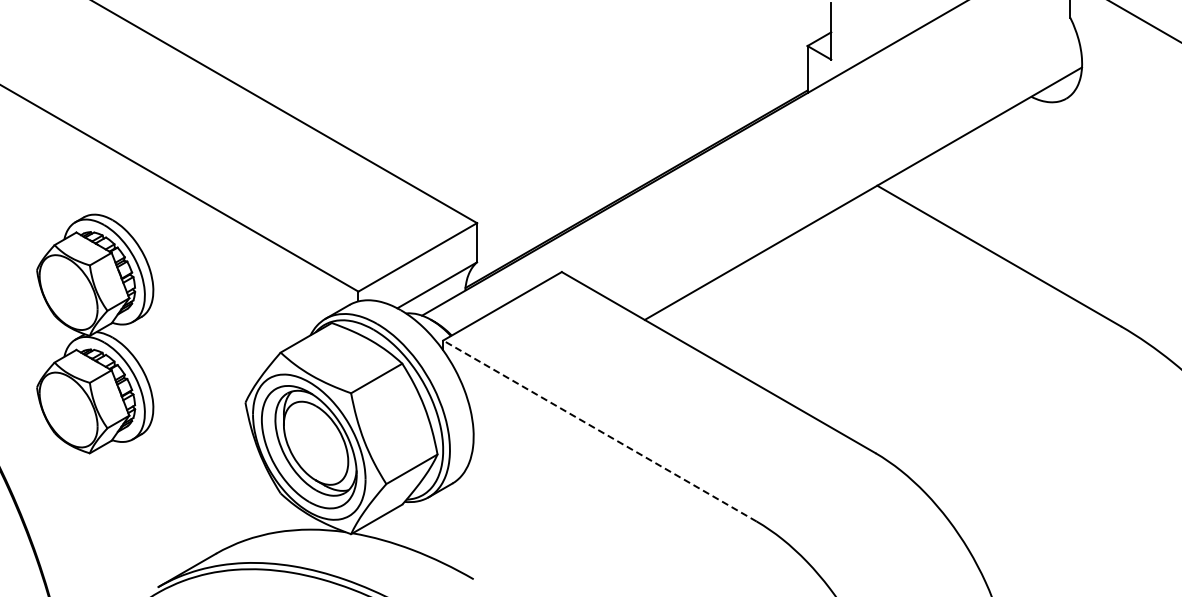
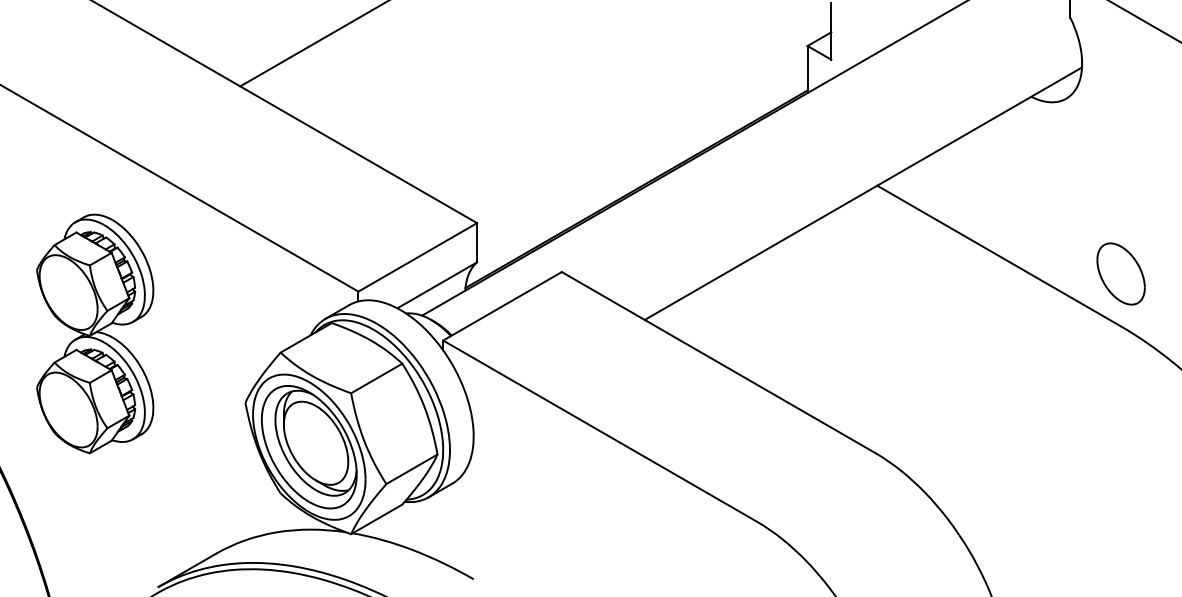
line at (312, 44): none -> present
part at (1120, 273): none -> present
line at (599, 430): dashed -> solid
